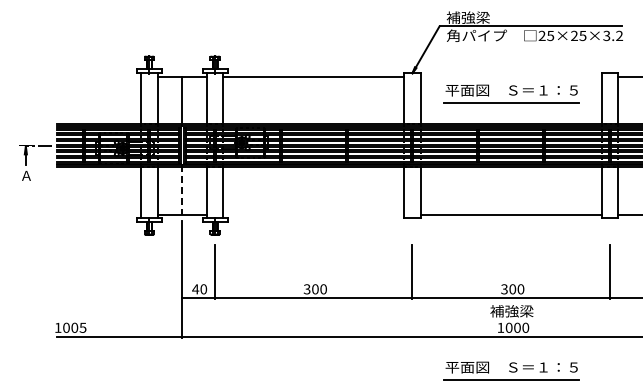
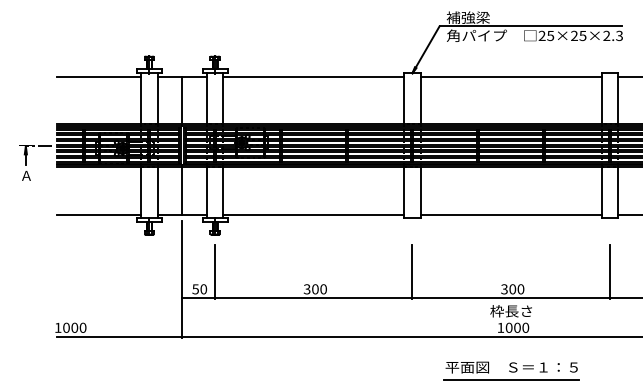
text at (613, 36): 25×25×3.2 -> 25×25×2.3
line at (99, 76): none -> present
line at (510, 76): none -> present
part at (511, 93): present -> none
line at (182, 190): dashed -> solid
line at (99, 214): none -> present
line at (313, 214): none -> present
text at (195, 289): 40 -> 50
text at (511, 311): 補強梁 -> 枠長さ
text at (82, 327): 1005 -> 1000
